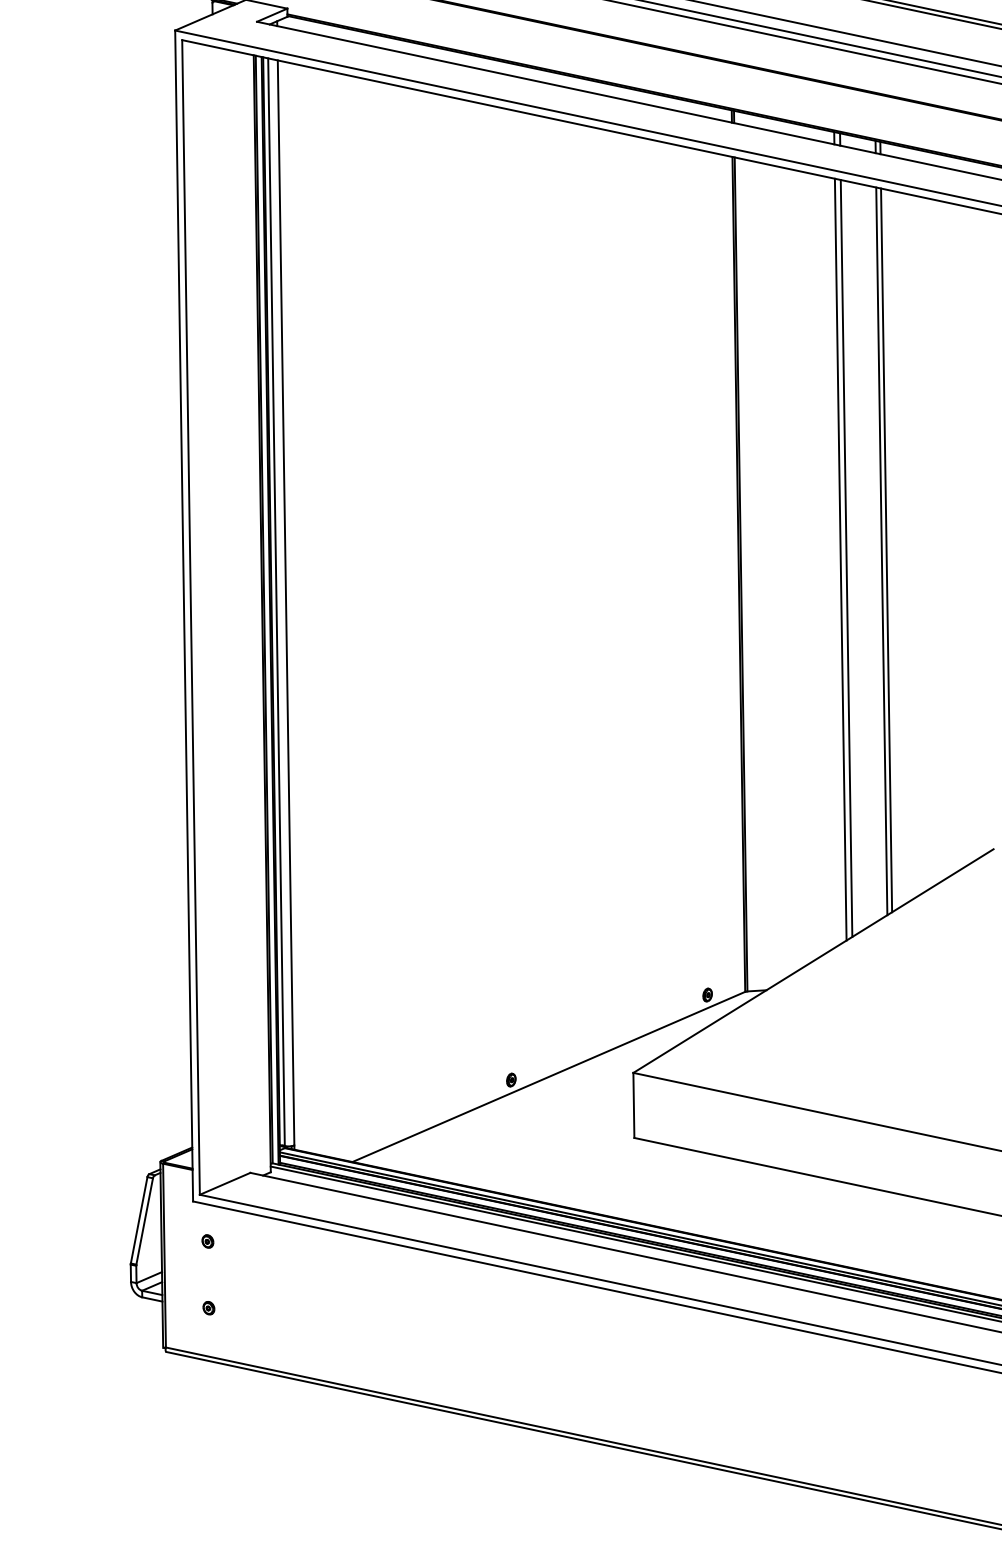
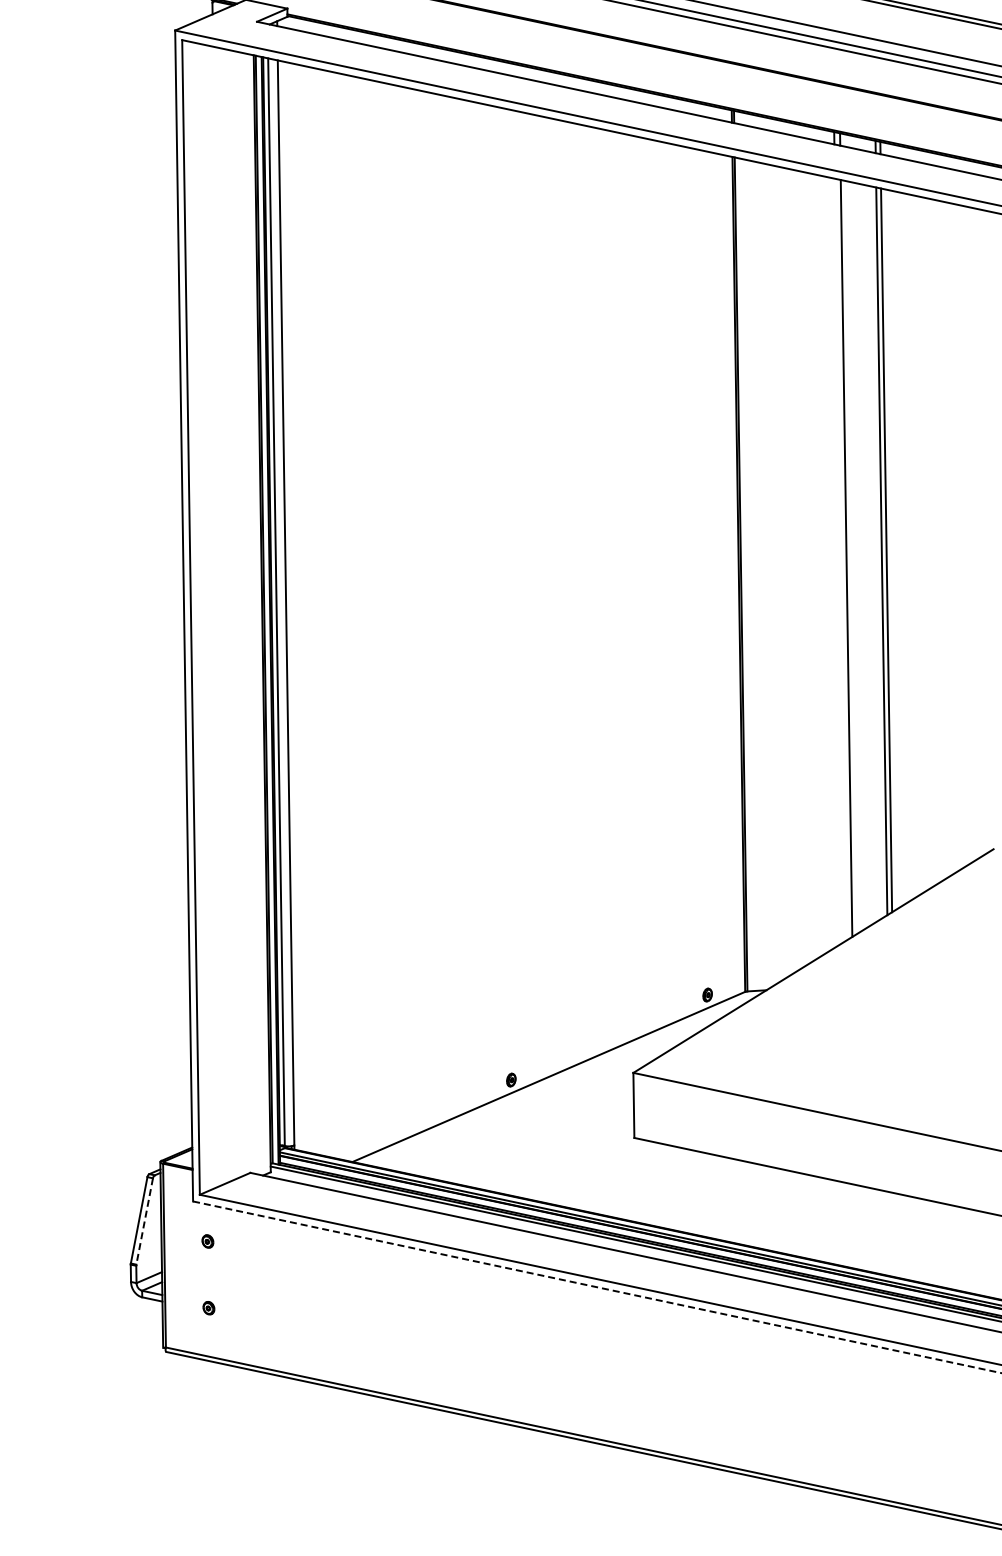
line at (840, 559): present -> none
line at (144, 1221): solid -> dashed
line at (597, 1287): solid -> dashed
